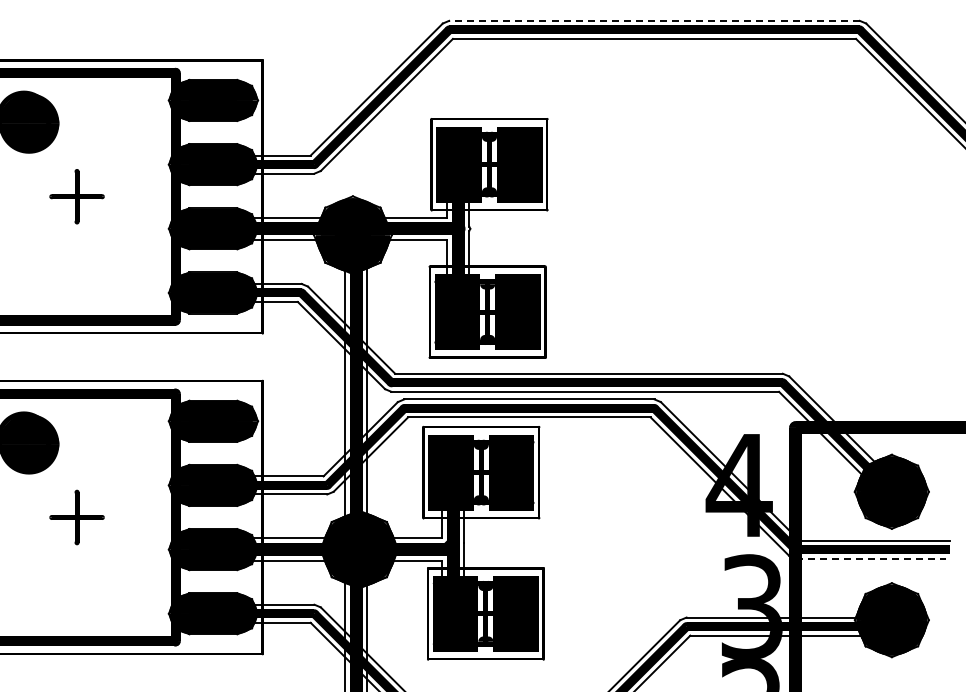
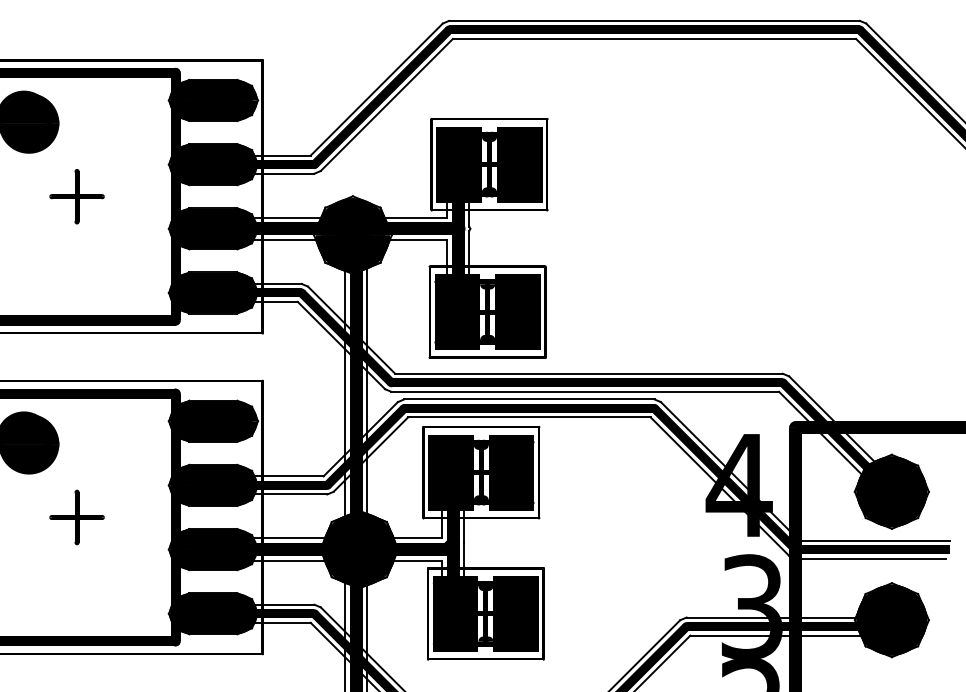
line at (654, 20): dashed -> solid
line at (871, 558): dashed -> solid
